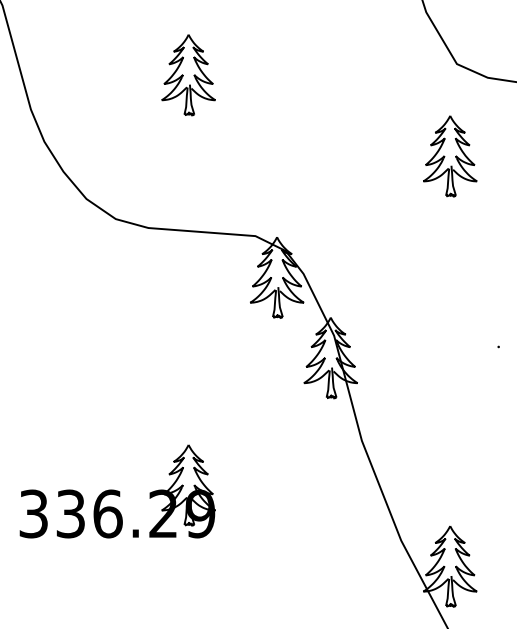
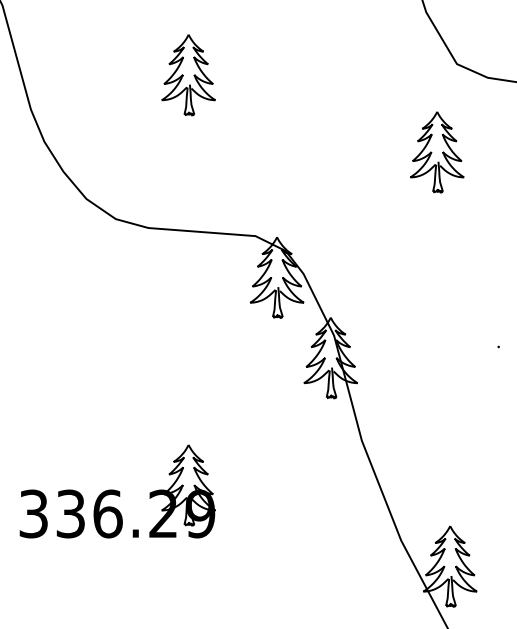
part at (450, 156) position: (450, 156) -> (437, 152)
